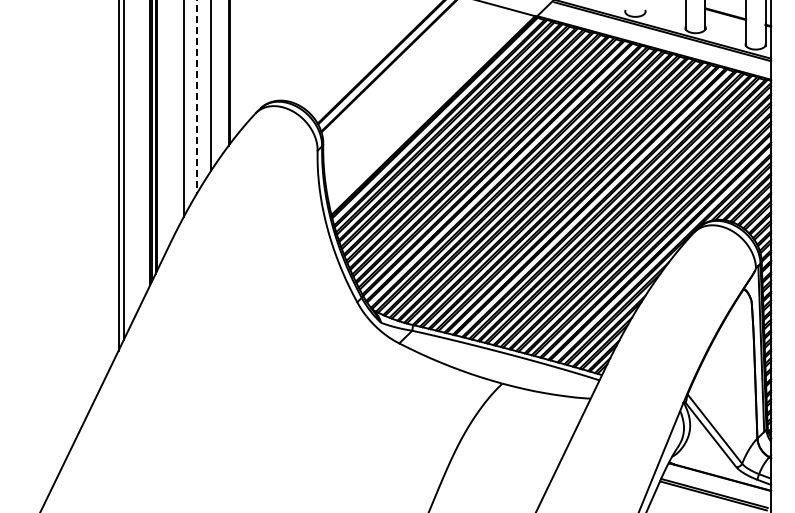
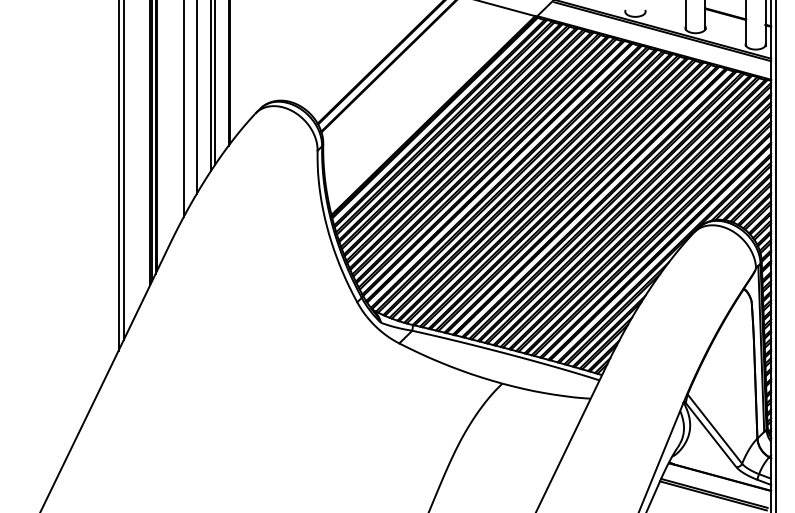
line at (214, 83): none -> present
line at (196, 97): dashed -> solid
line at (776, 255): none -> present
